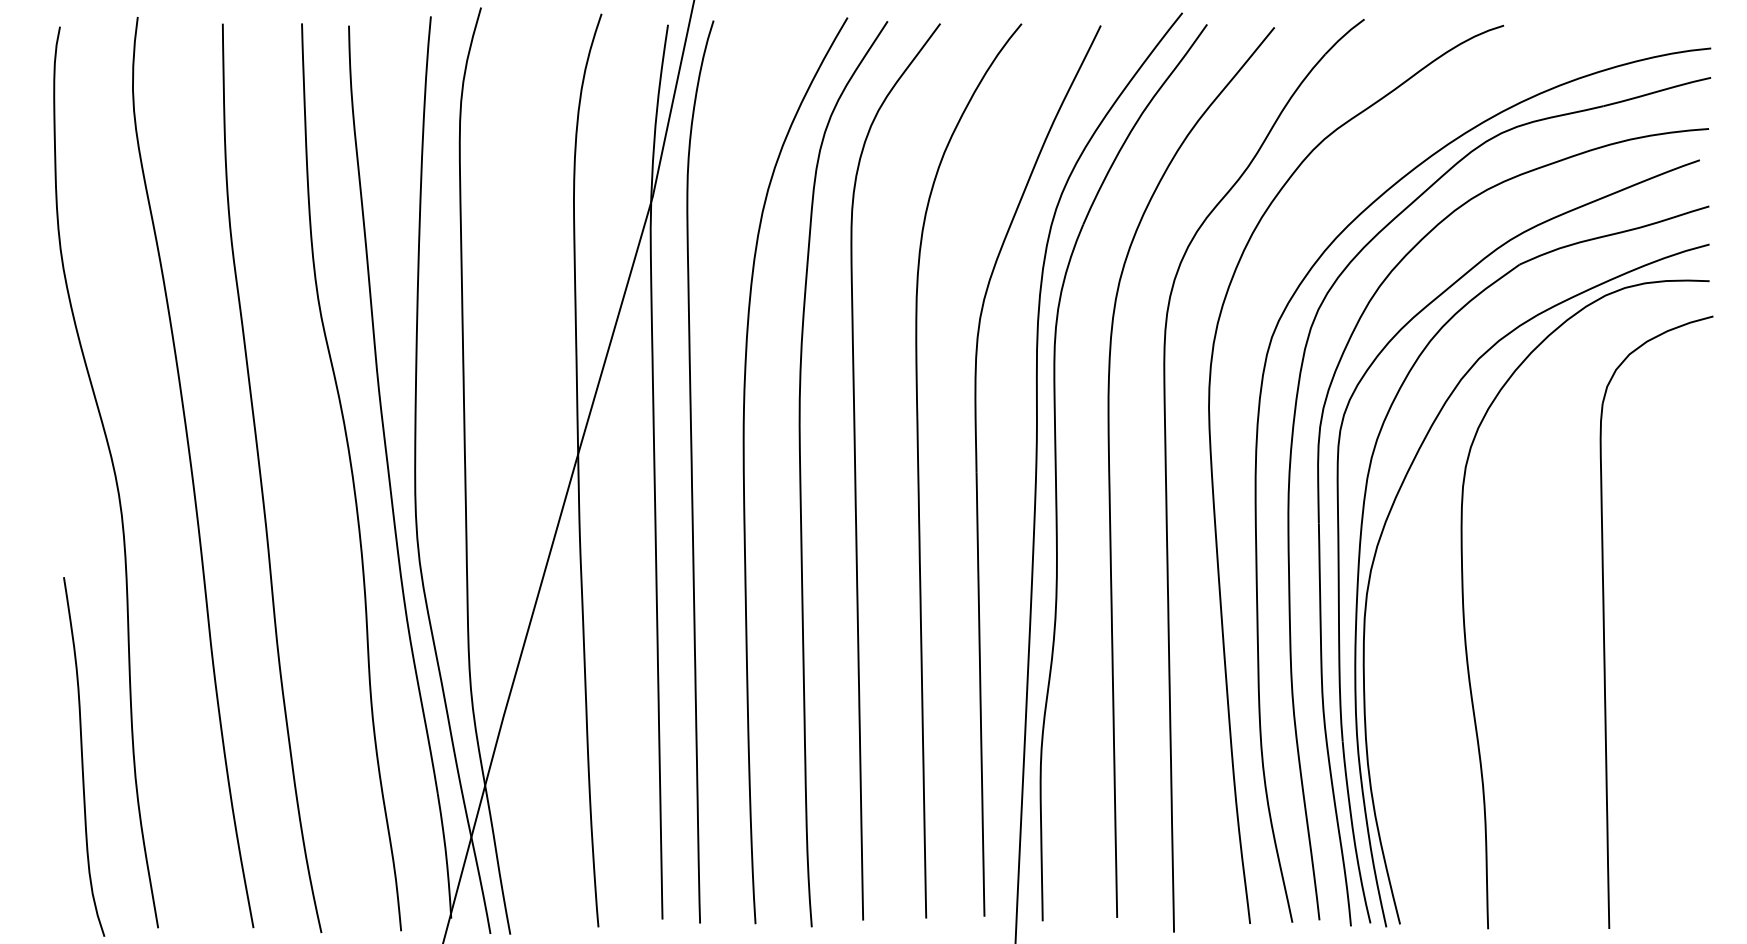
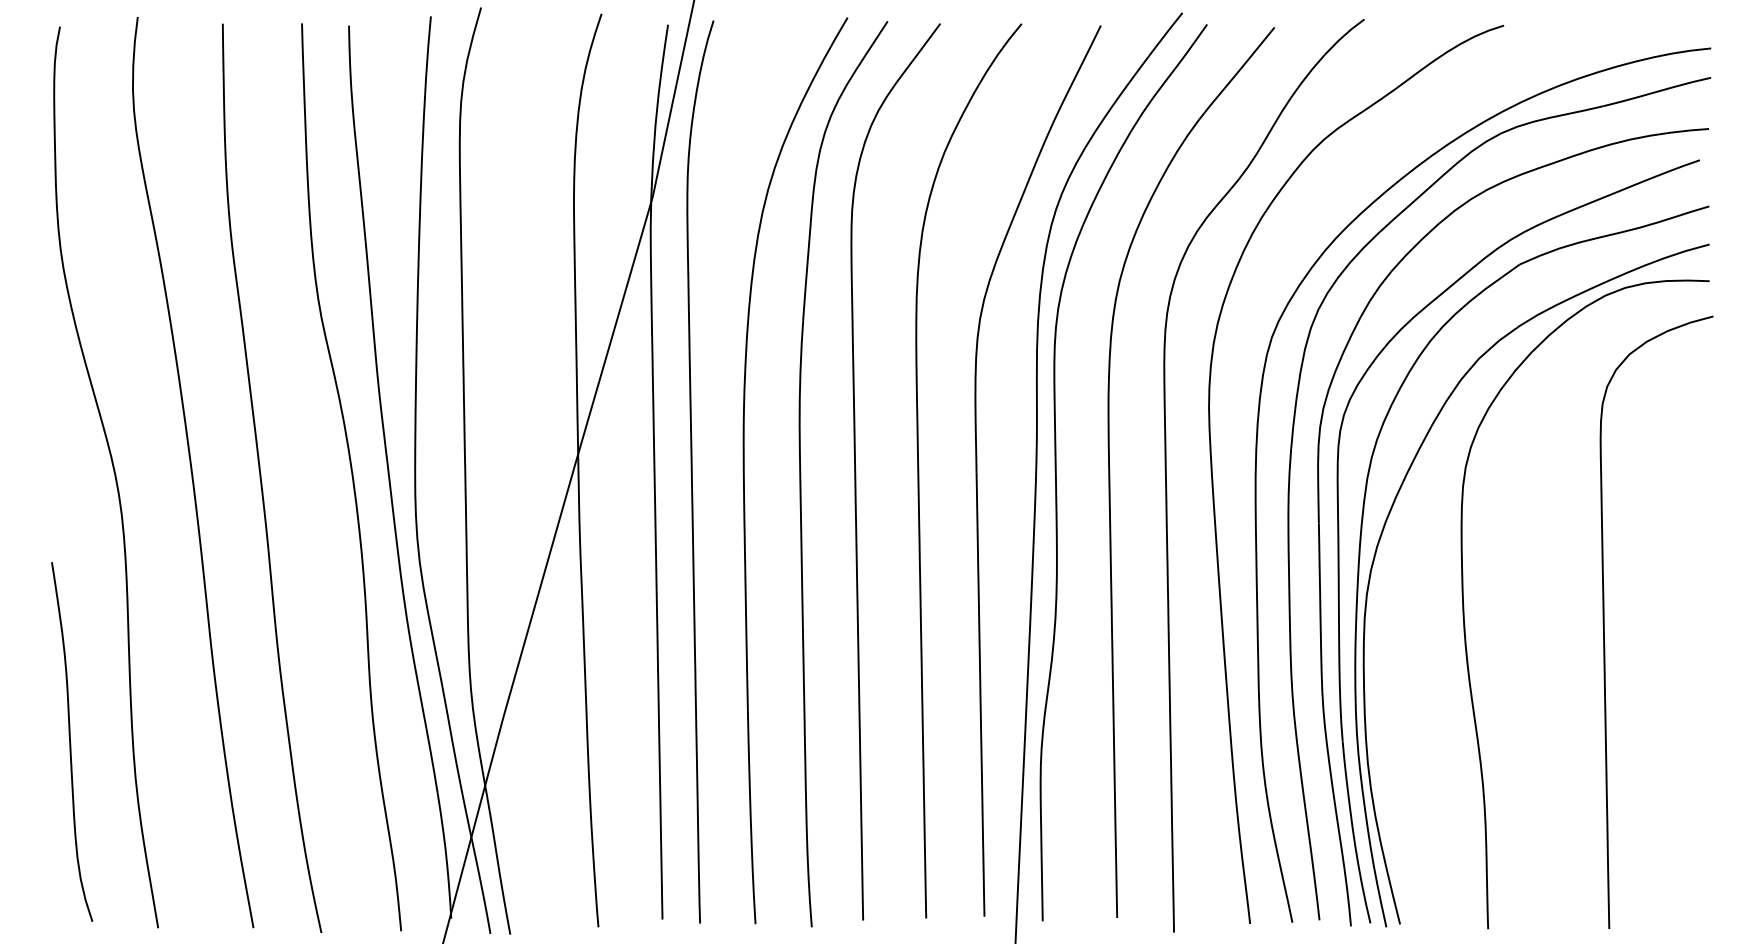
curve at (83, 757) position: (83, 757) -> (71, 742)
